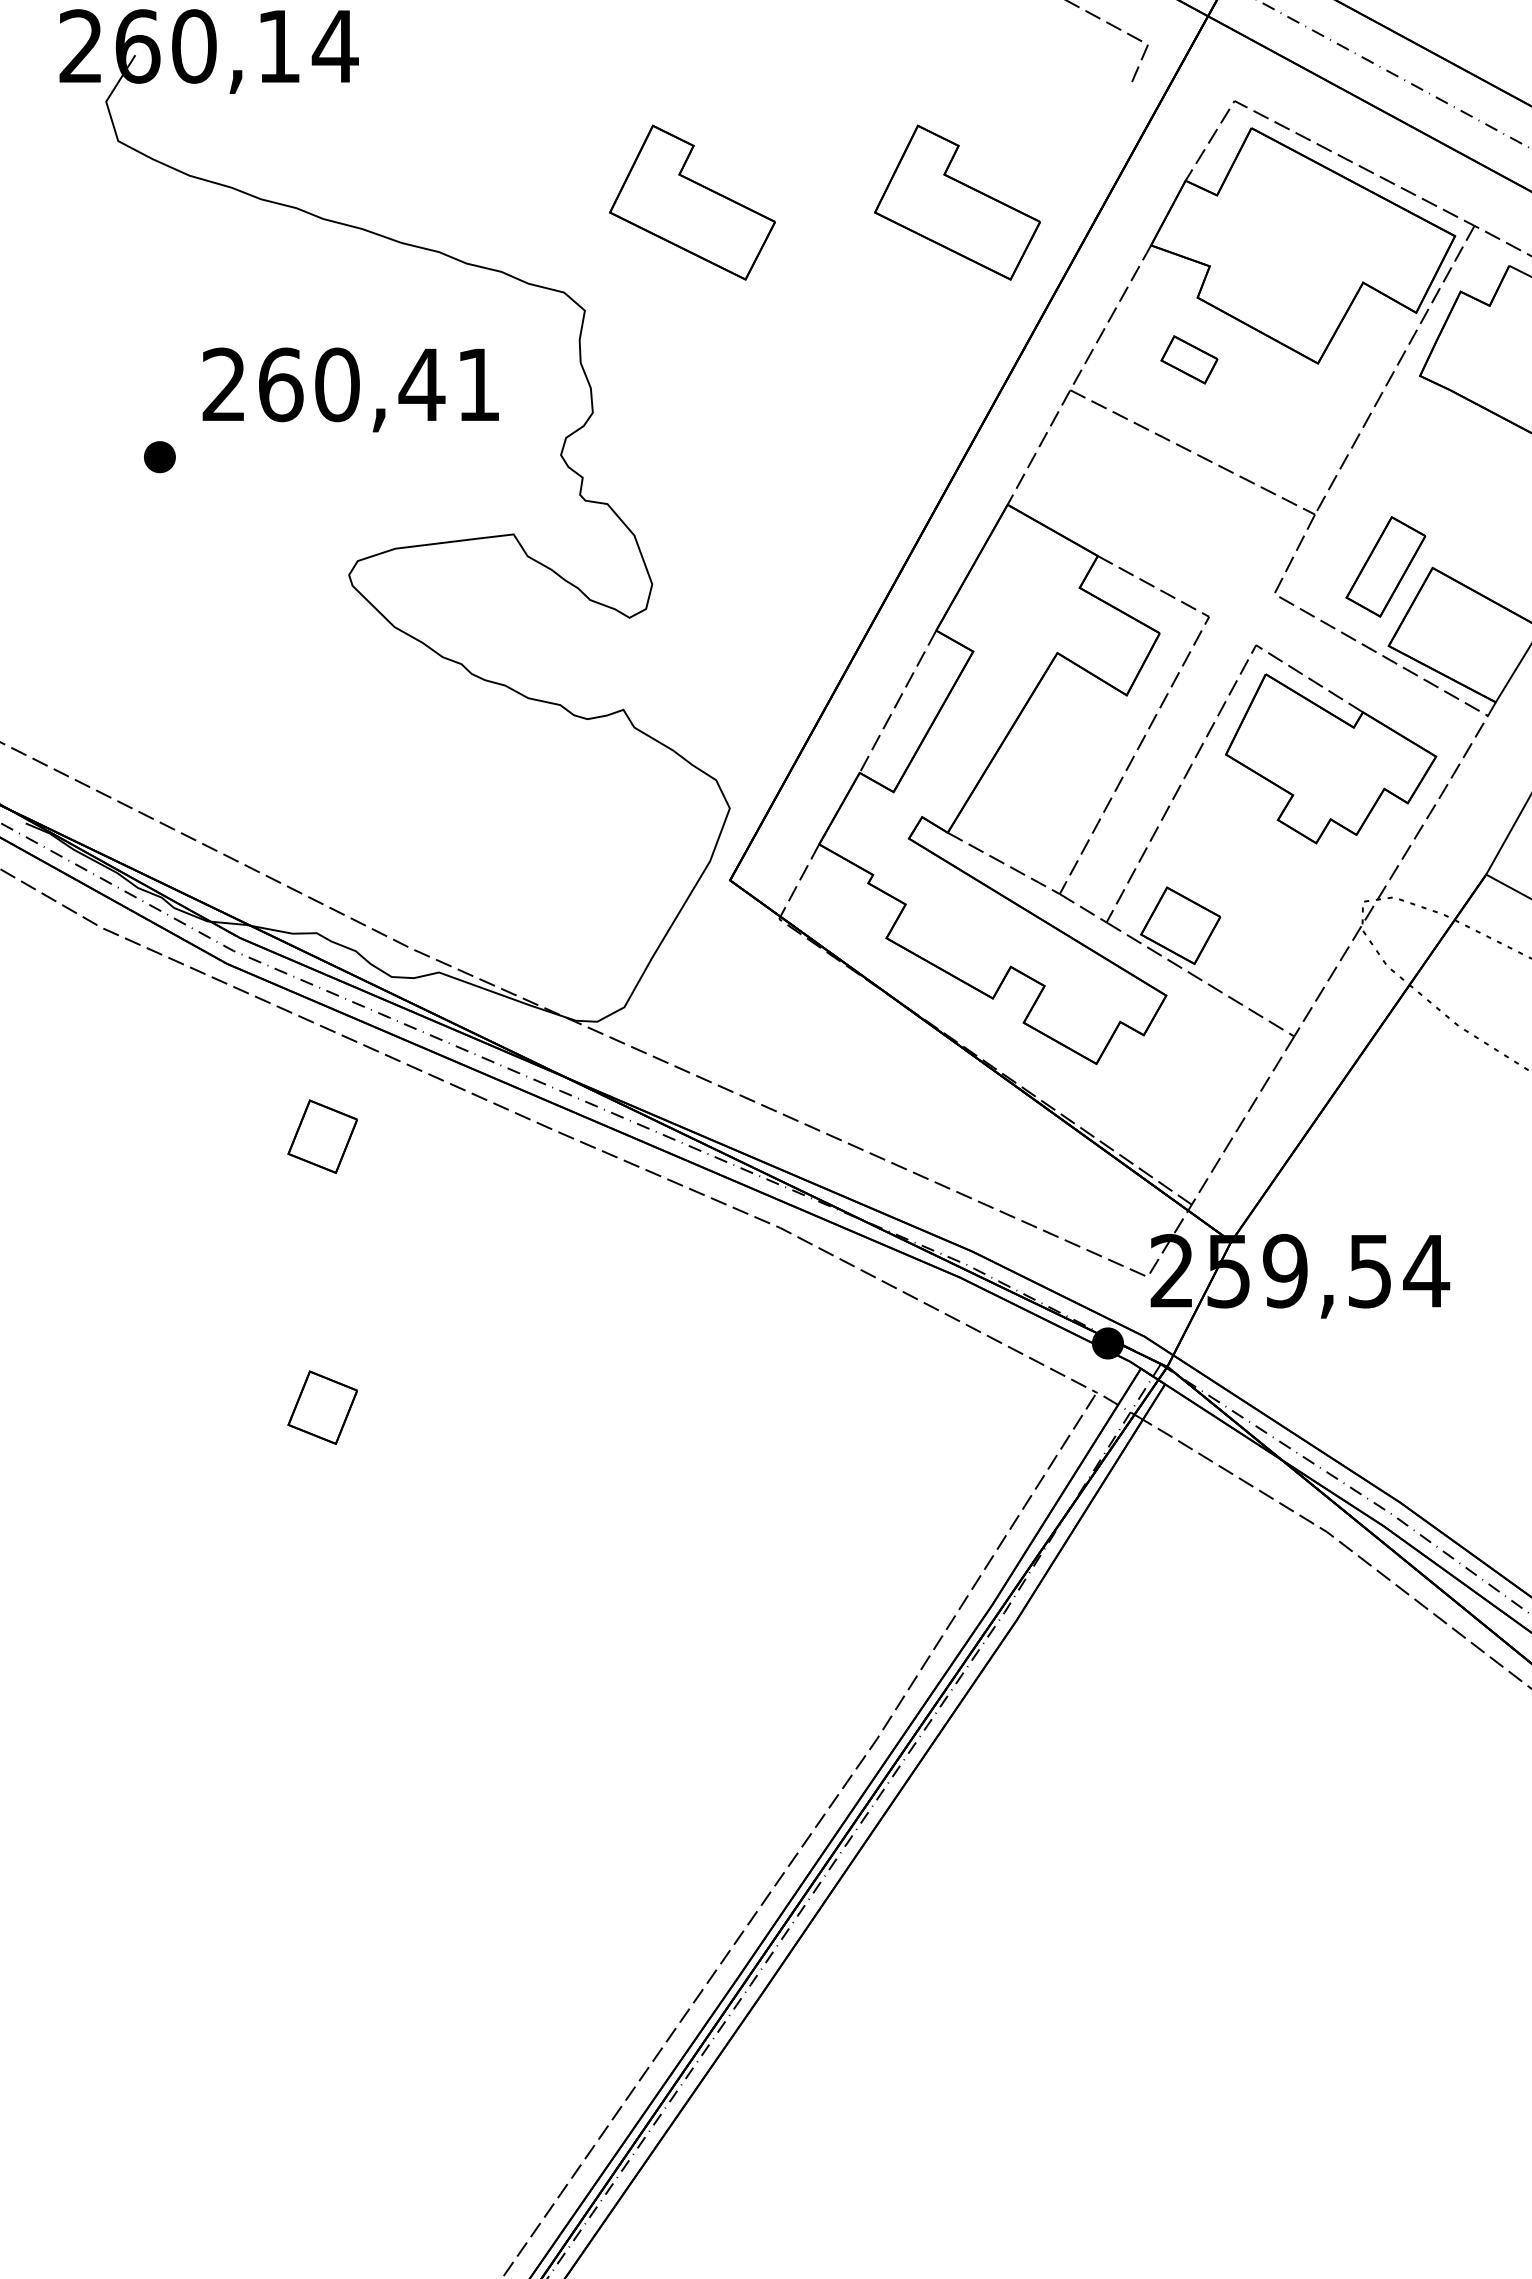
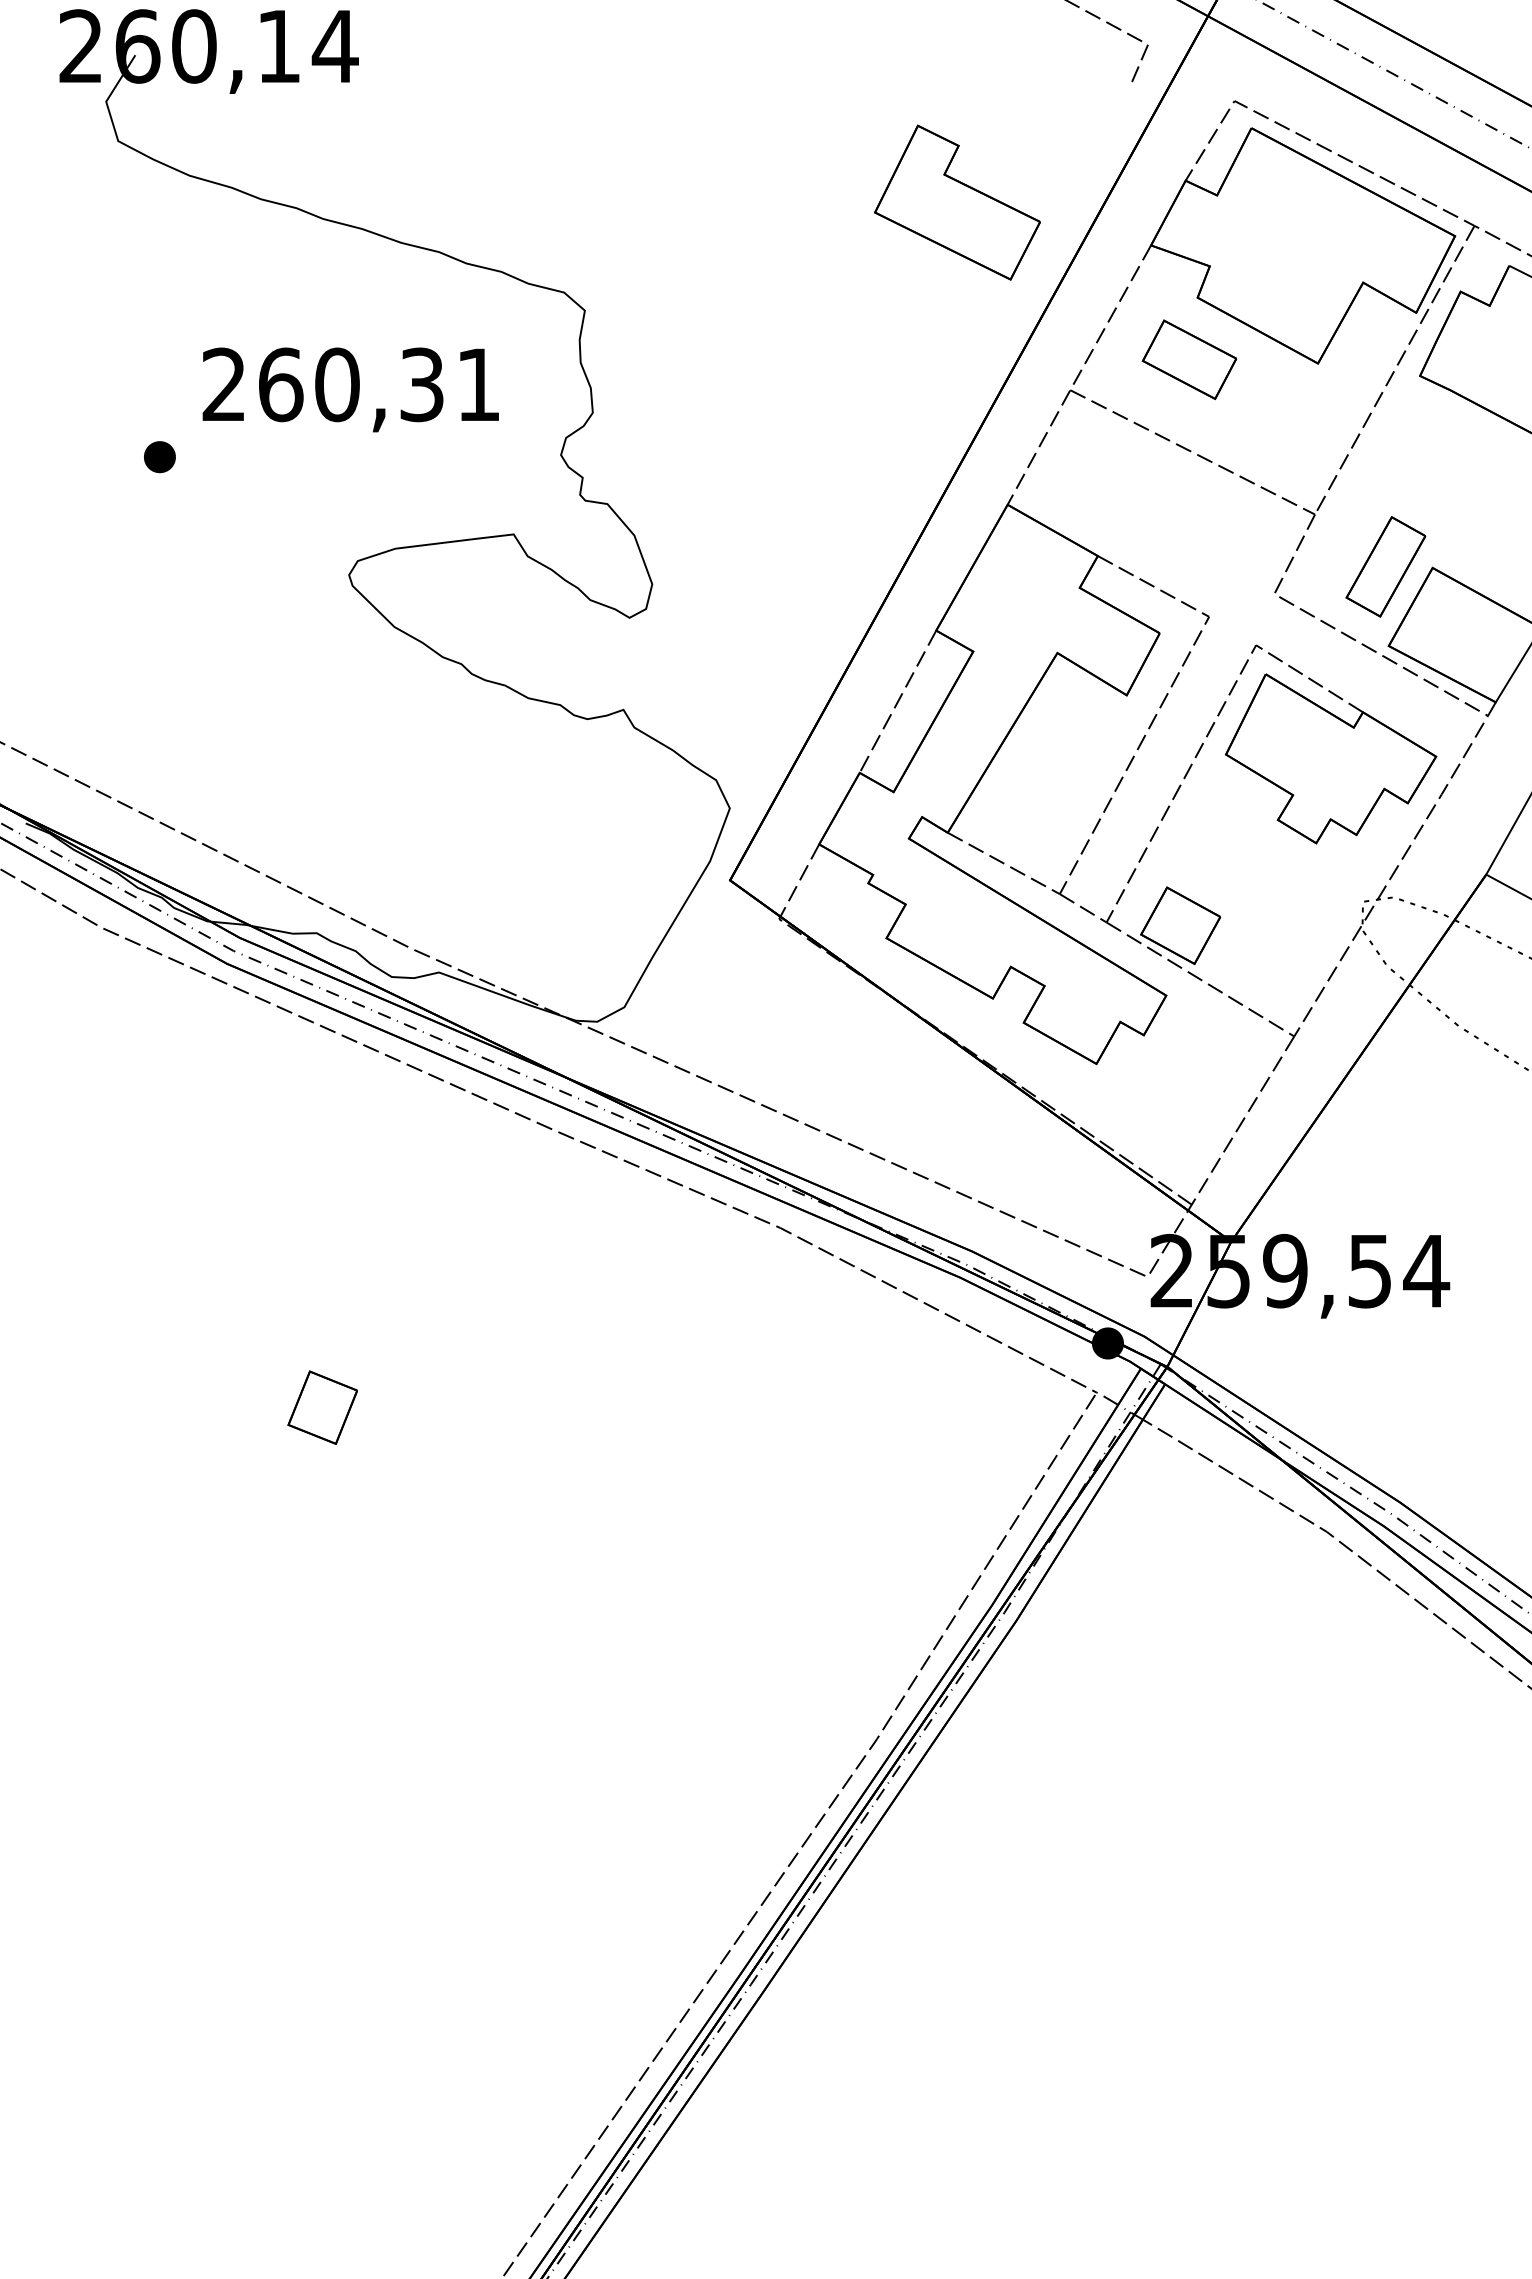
part at (692, 202): present -> none
part at (1189, 359) size: 59x50 px -> 97x82 px
text at (421, 384): 260,41 -> 260,31
part at (322, 1136): present -> none
